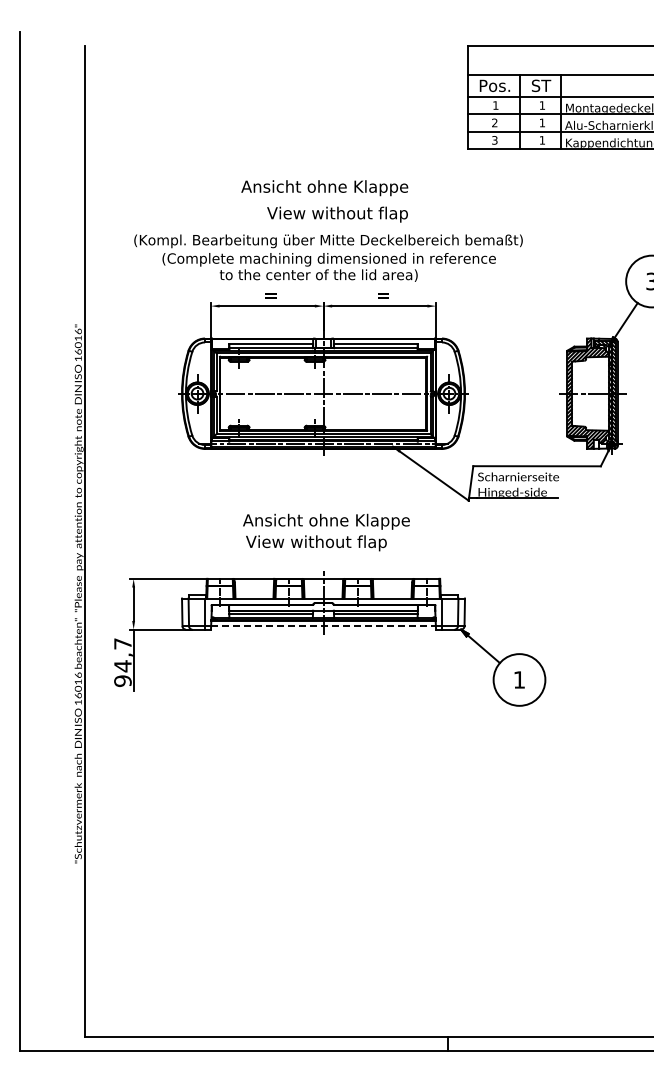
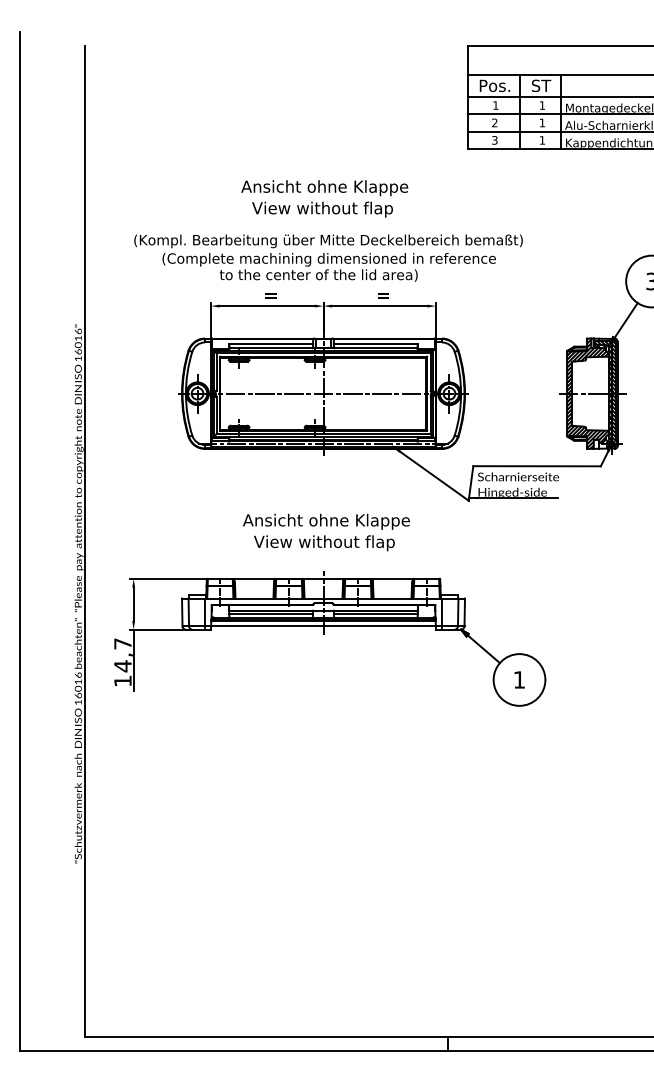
text at (337, 214) position: (337, 214) -> (322, 209)
text at (316, 543) position: (316, 543) -> (324, 543)
line at (324, 626): dashed -> solid
text at (122, 681): 94,7 -> 14,7
